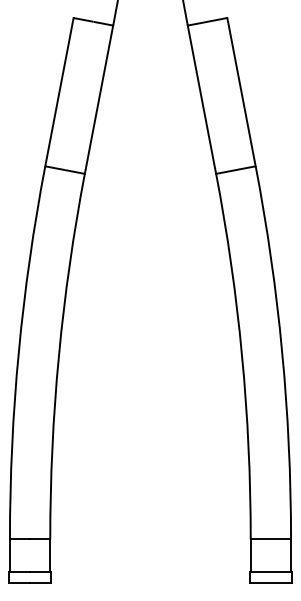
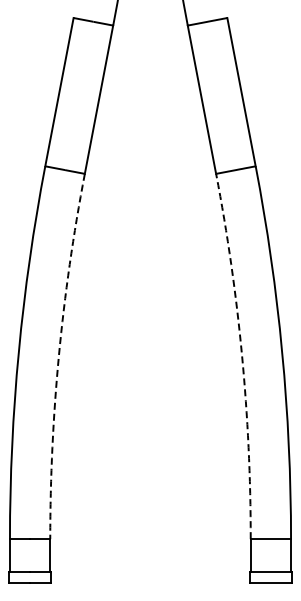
arc at (58, 355): solid -> dashed
arc at (242, 355): solid -> dashed
